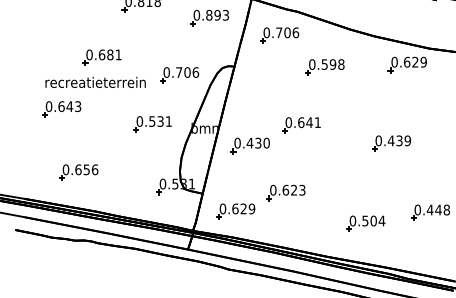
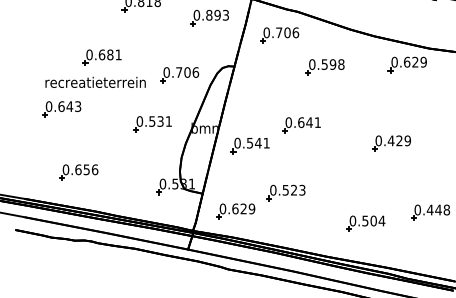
text at (399, 141): 0.439 -> 0.429
text at (257, 142): 0.430 -> 0.541
text at (285, 189): 0.623 -> 0.523
